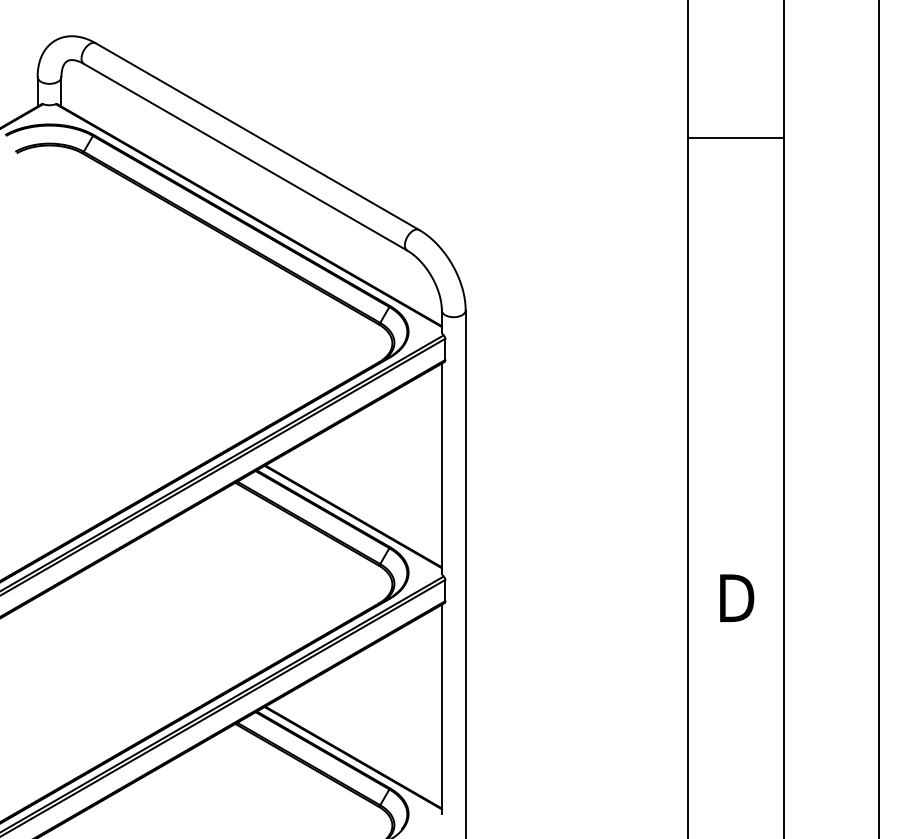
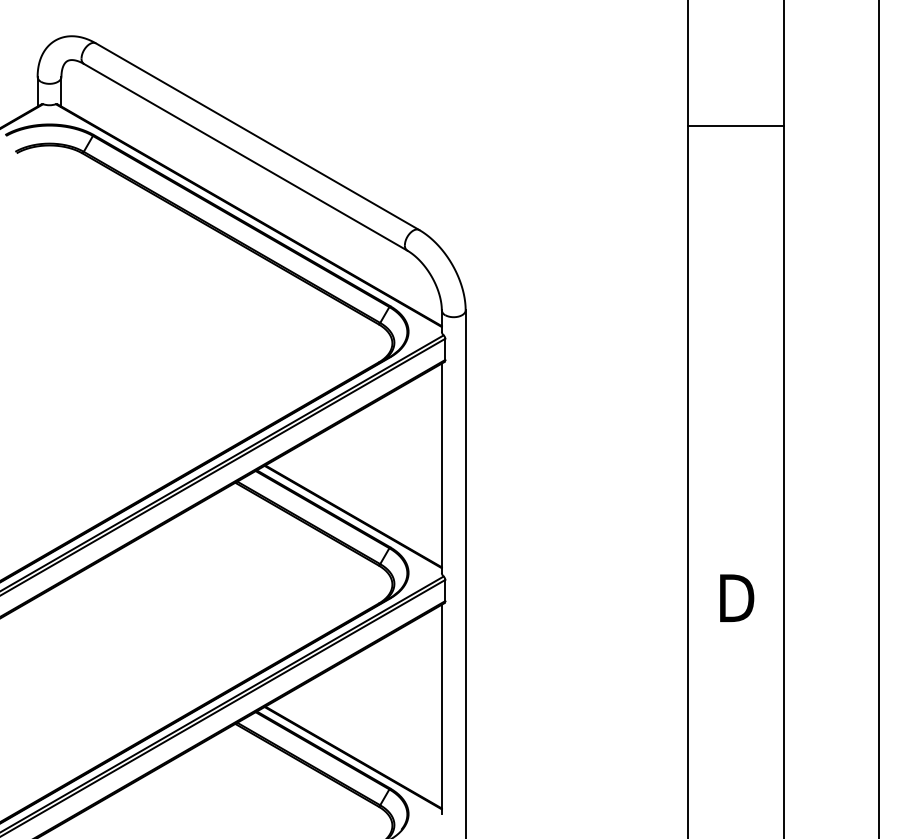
line at (735, 138) position: (735, 138) -> (735, 126)
